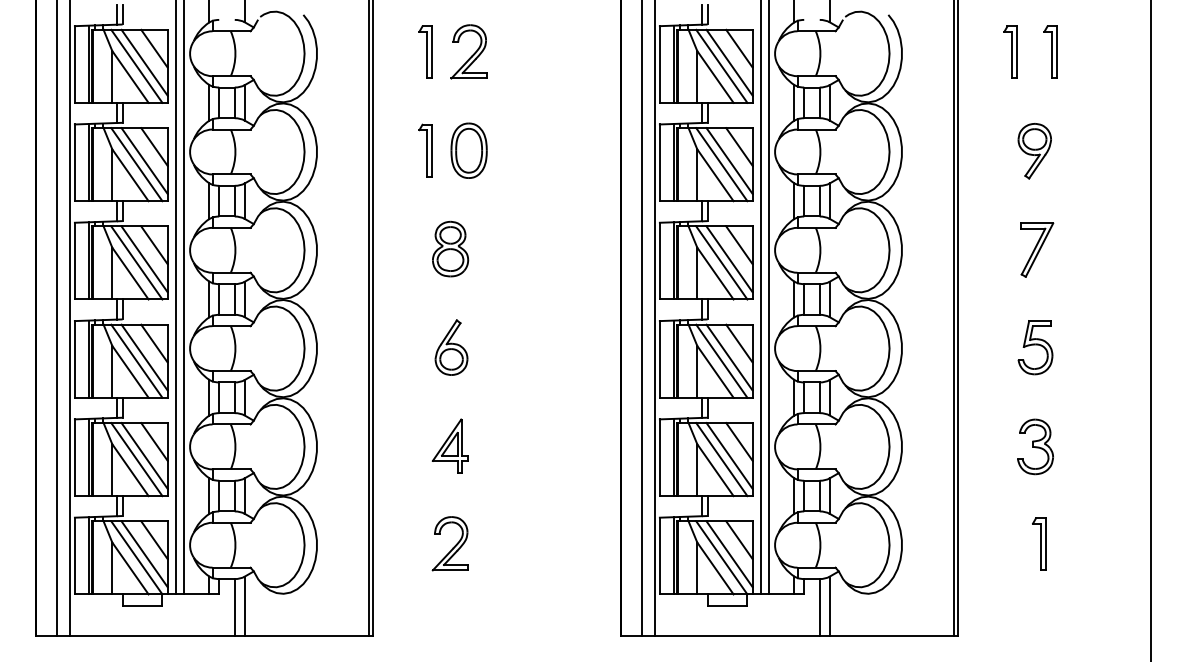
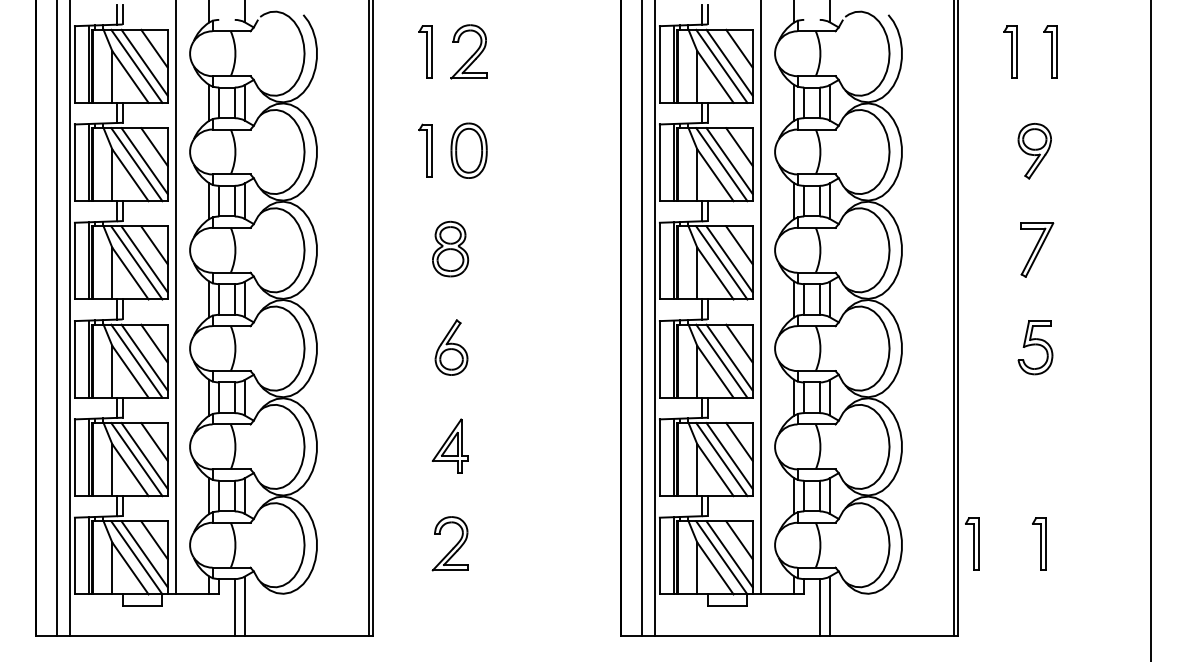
line at (184, 298): present -> none
line at (769, 298): present -> none
part at (1035, 446): present -> none
part at (972, 543): none -> present
